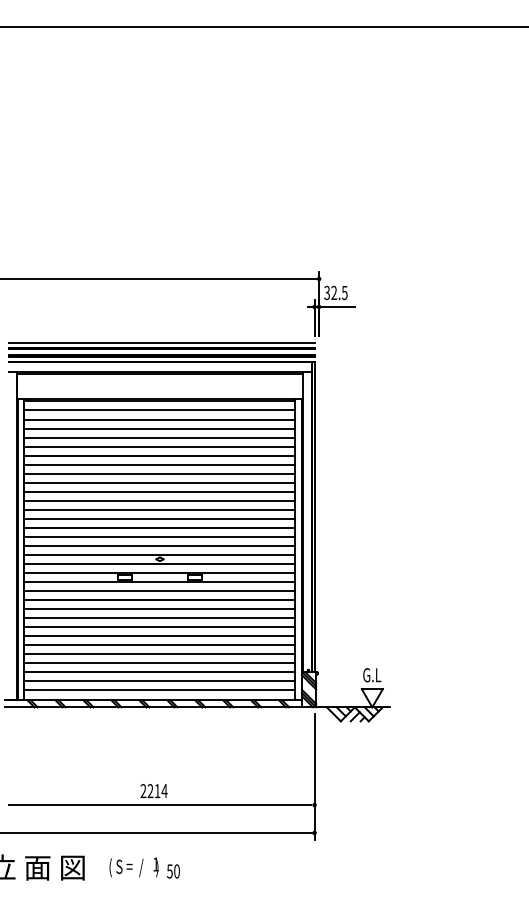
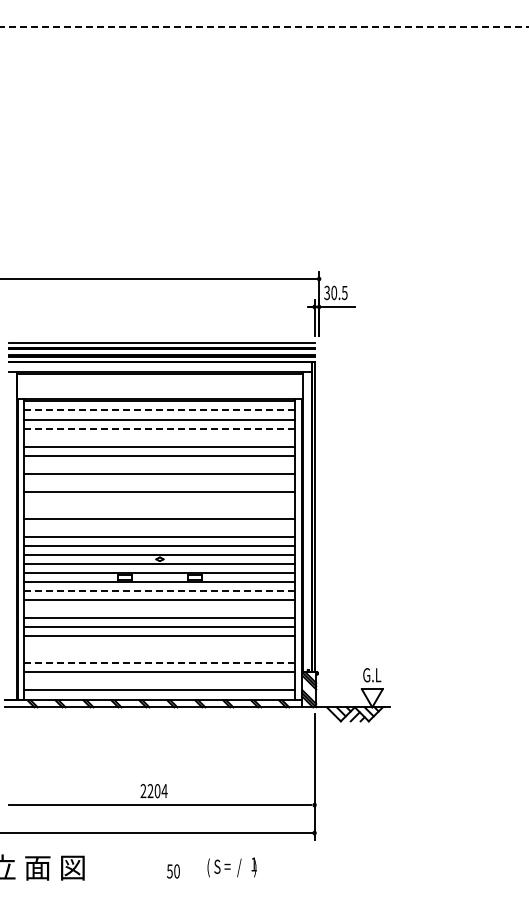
line at (264, 27): solid -> dashed
text at (334, 293): 32.5 -> 30.5
line at (159, 410): solid -> dashed
line at (159, 428): solid -> dashed
line at (159, 437): present -> none
line at (159, 464): present -> none
line at (159, 482): present -> none
line at (159, 500): present -> none
line at (159, 509): present -> none
line at (159, 527): present -> none
line at (159, 590): solid -> dashed
line at (159, 608): present -> none
line at (159, 644): present -> none
line at (159, 653): present -> none
line at (159, 662): solid -> dashed
line at (159, 680): present -> none
text at (157, 791): 2214 -> 2204
text at (133, 867) position: (133, 867) -> (231, 867)
